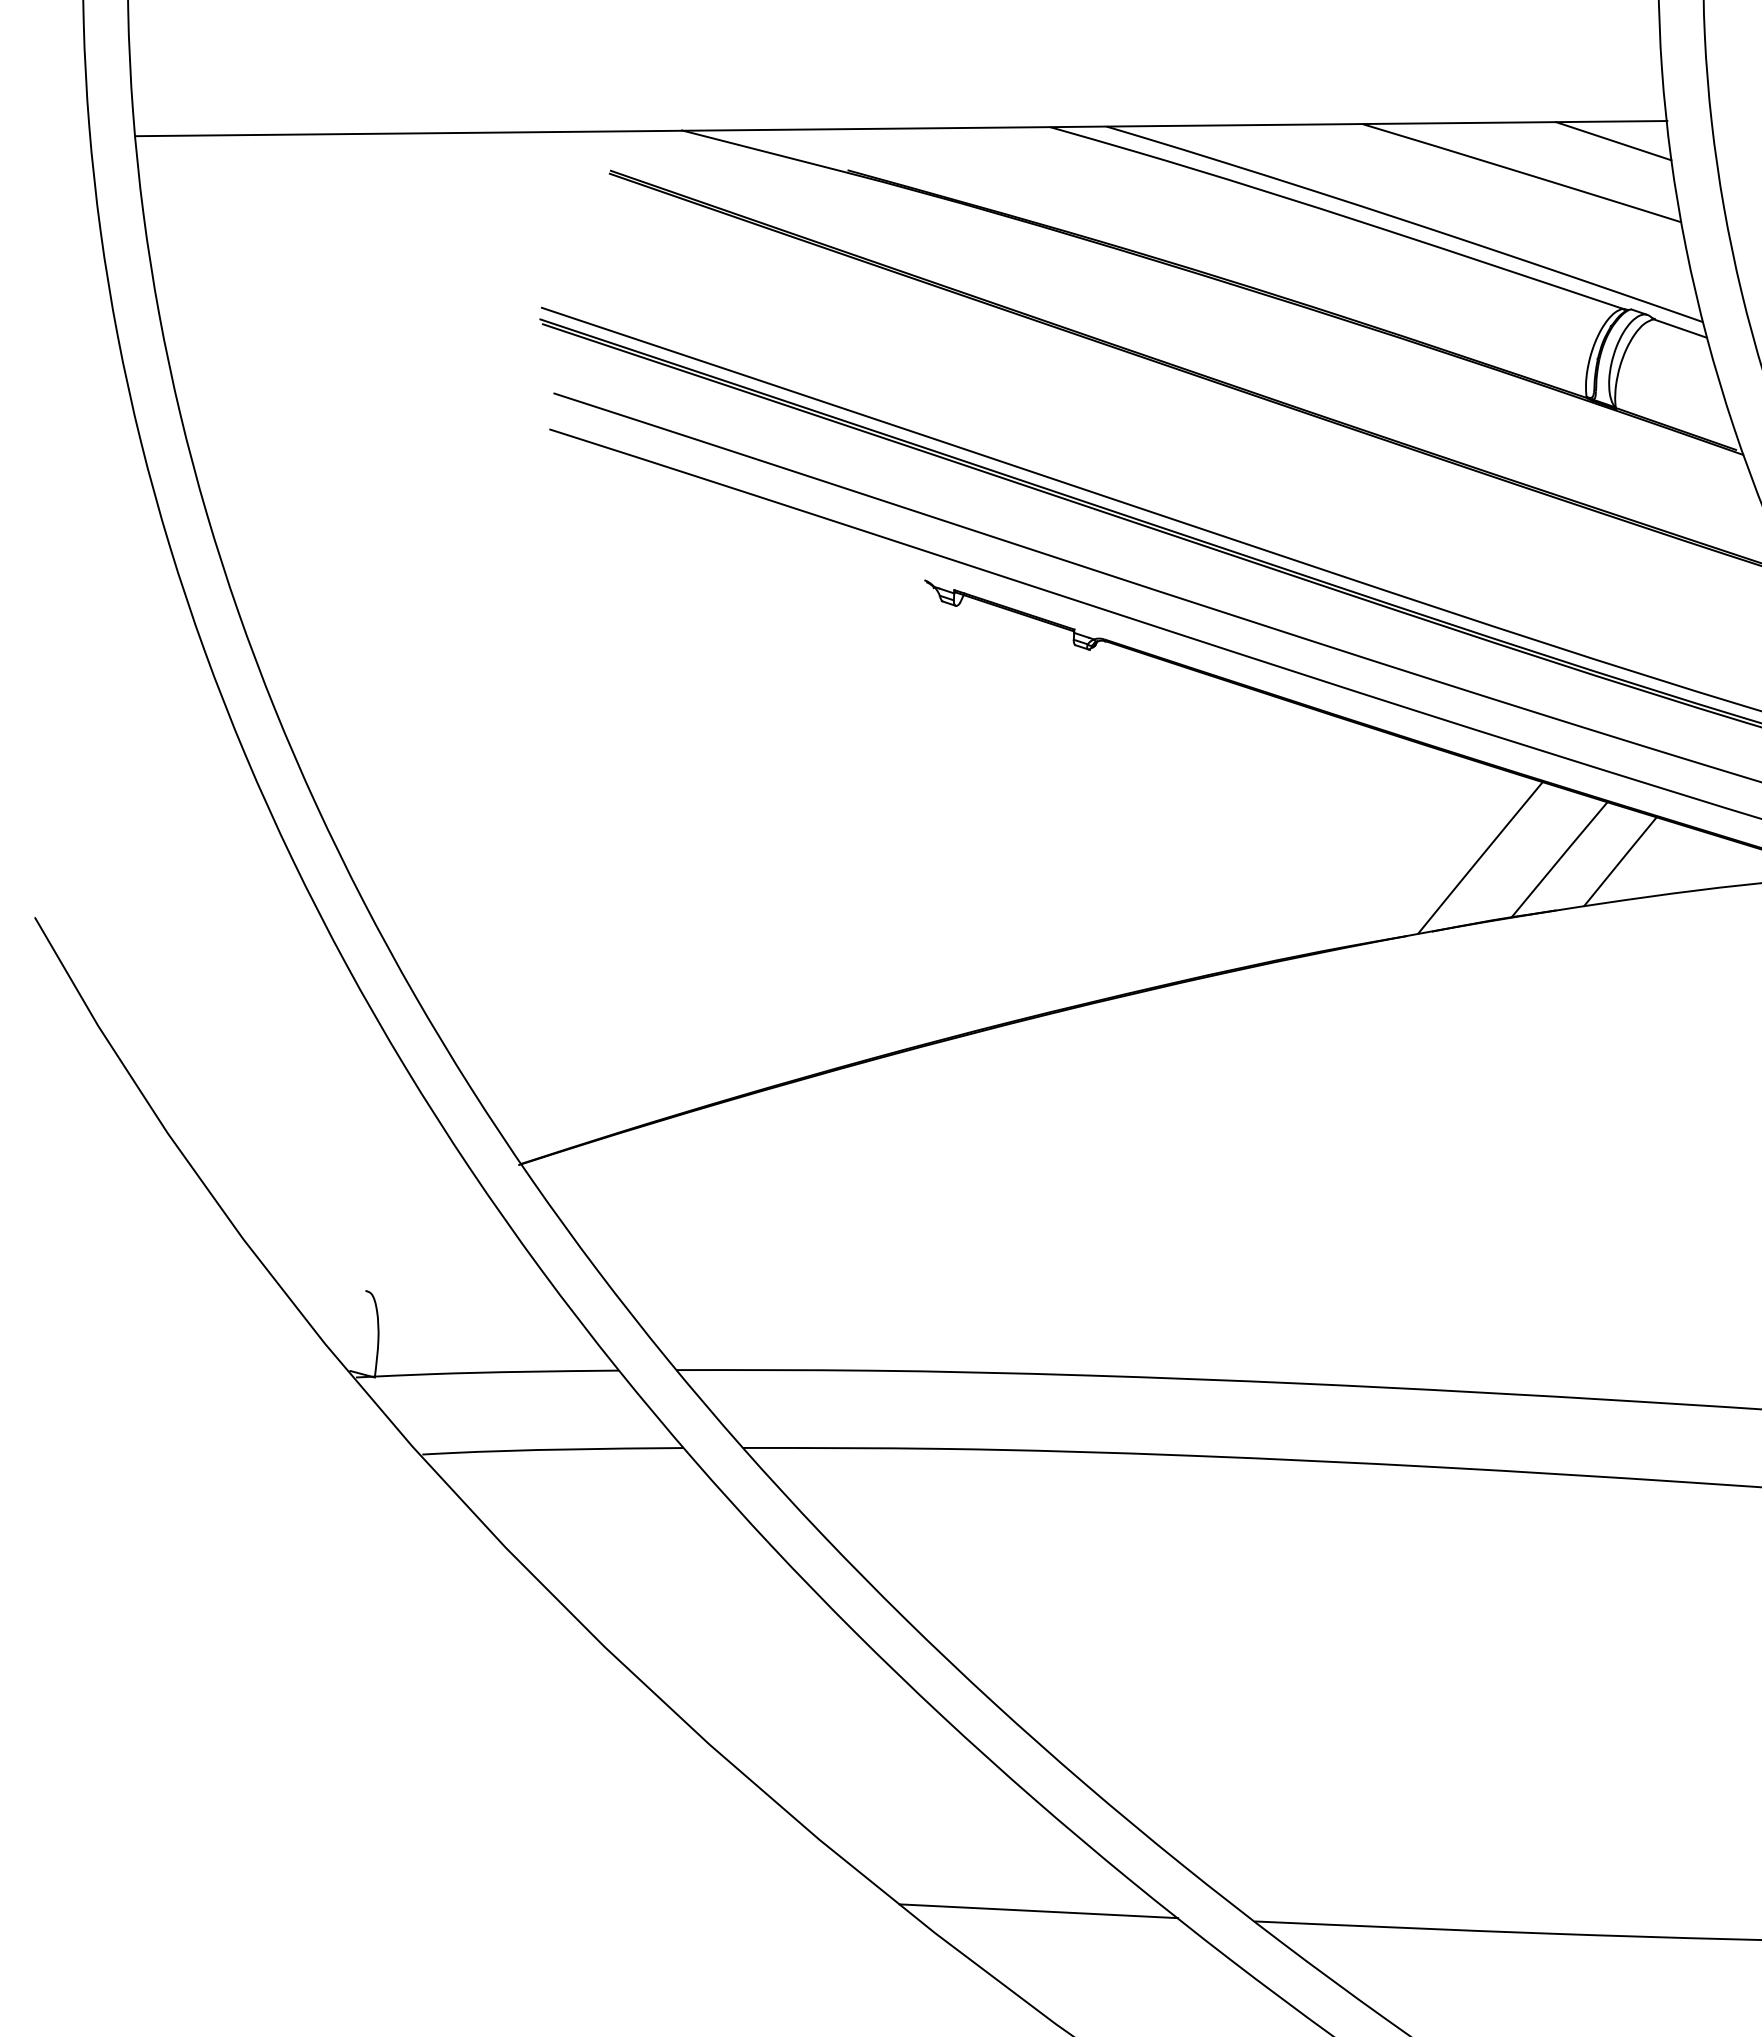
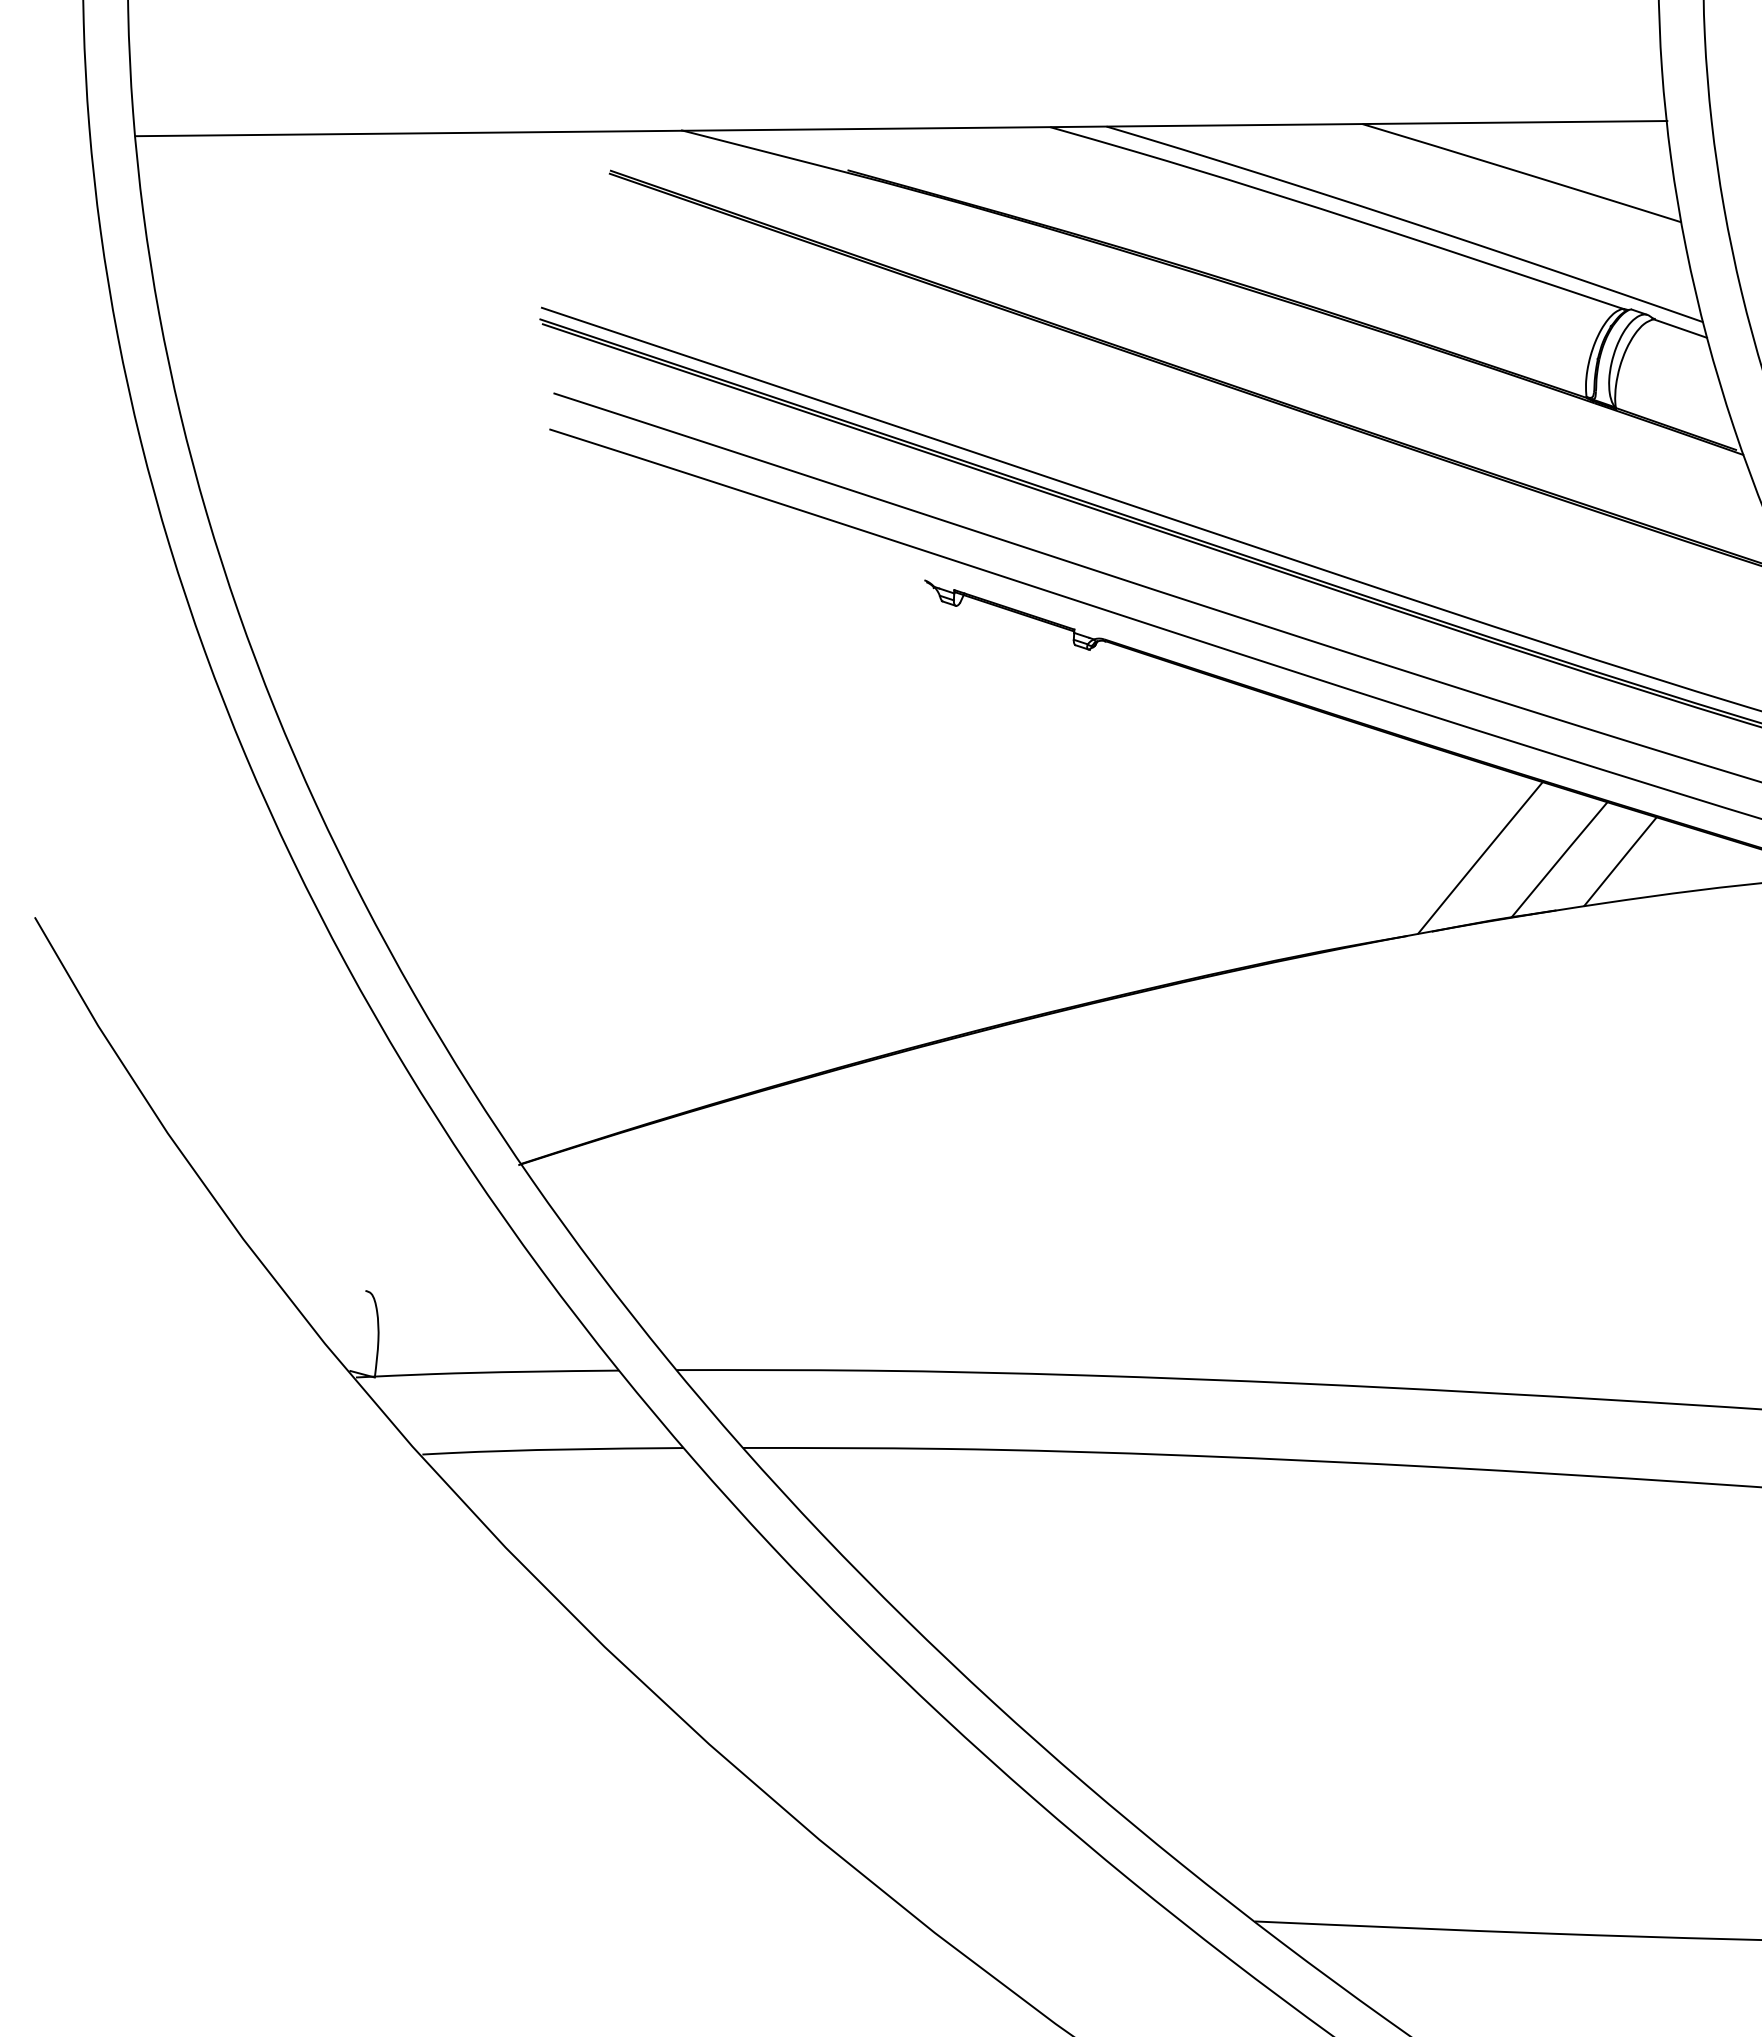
line at (1613, 141): present -> none
line at (1038, 1911): present -> none
